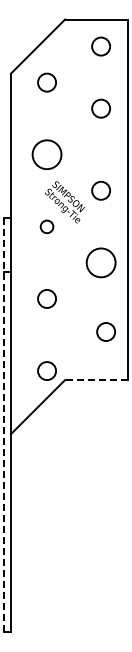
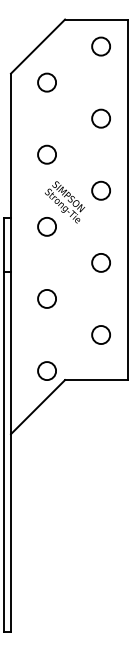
circle at (100, 108) position: (100, 108) -> (100, 118)
circle at (46, 154) diameter: 29 px -> 18 px
circle at (46, 226) size: 16x16 px -> 20x20 px
circle at (100, 262) diameter: 29 px -> 18 px
circle at (105, 331) position: (105, 331) -> (100, 334)
line at (96, 380): dashed -> solid
line at (3, 425): dashed -> solid
